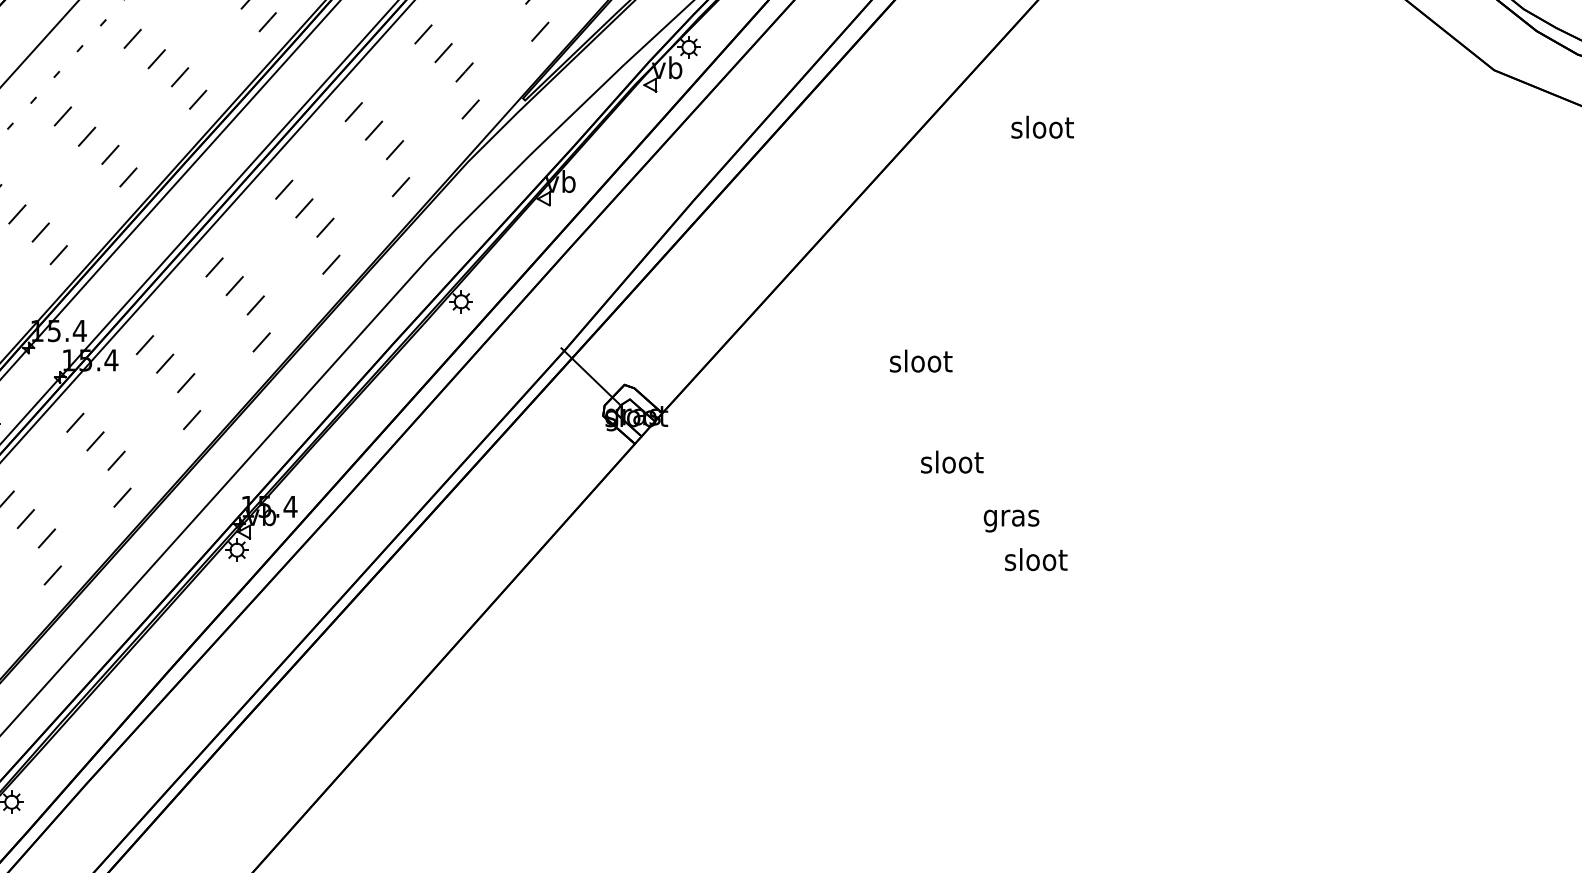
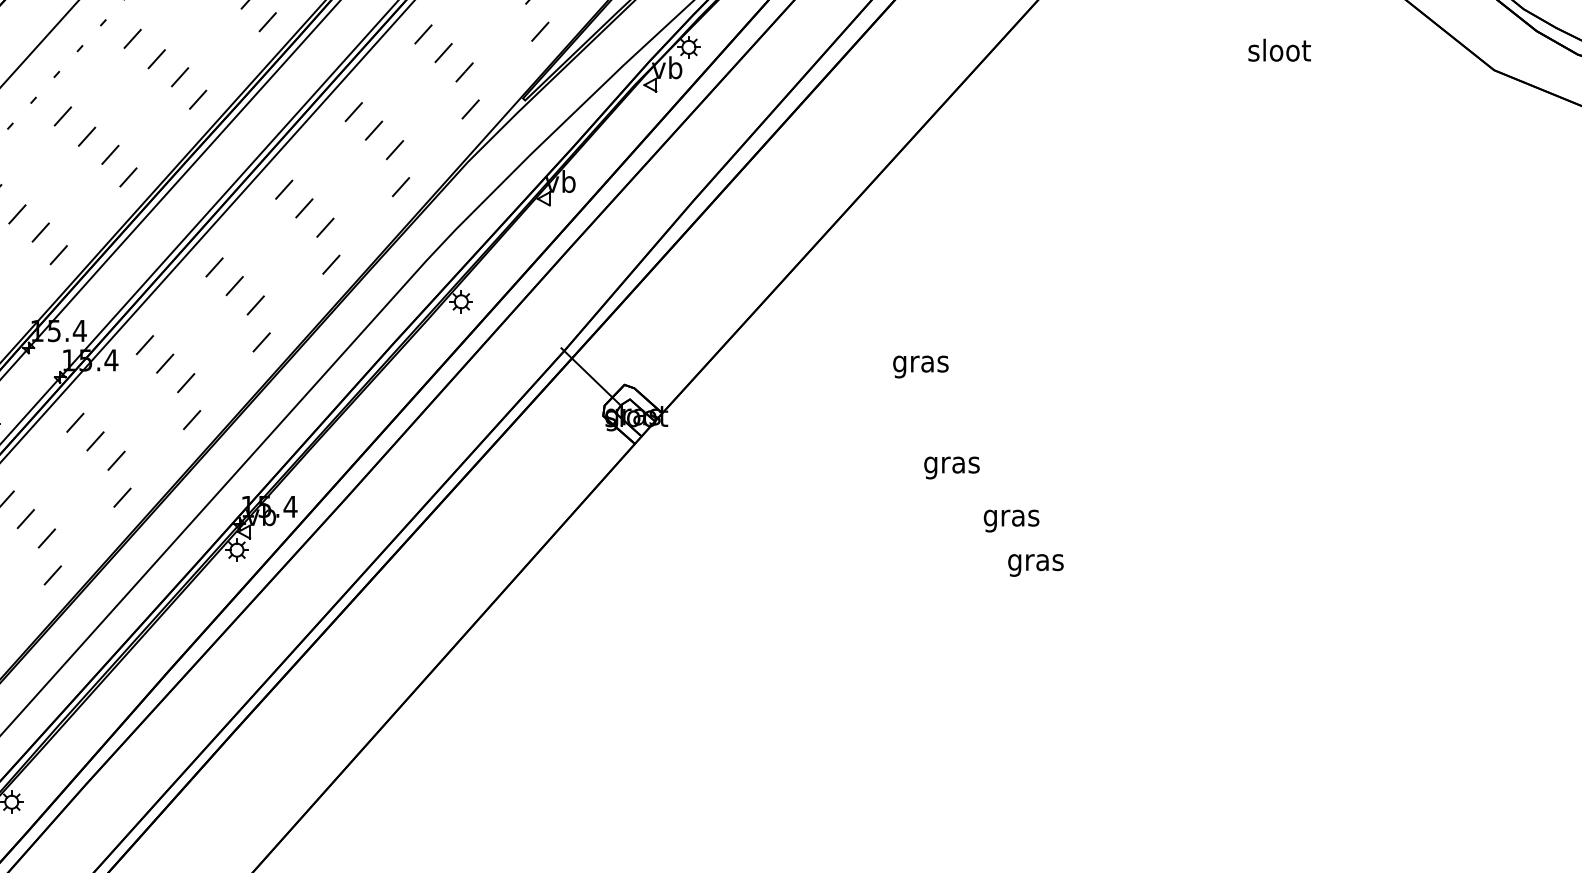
text at (1042, 126) position: (1042, 126) -> (1279, 49)
text at (921, 363): sloot -> gras
text at (952, 464): sloot -> gras
text at (1036, 562): sloot -> gras
